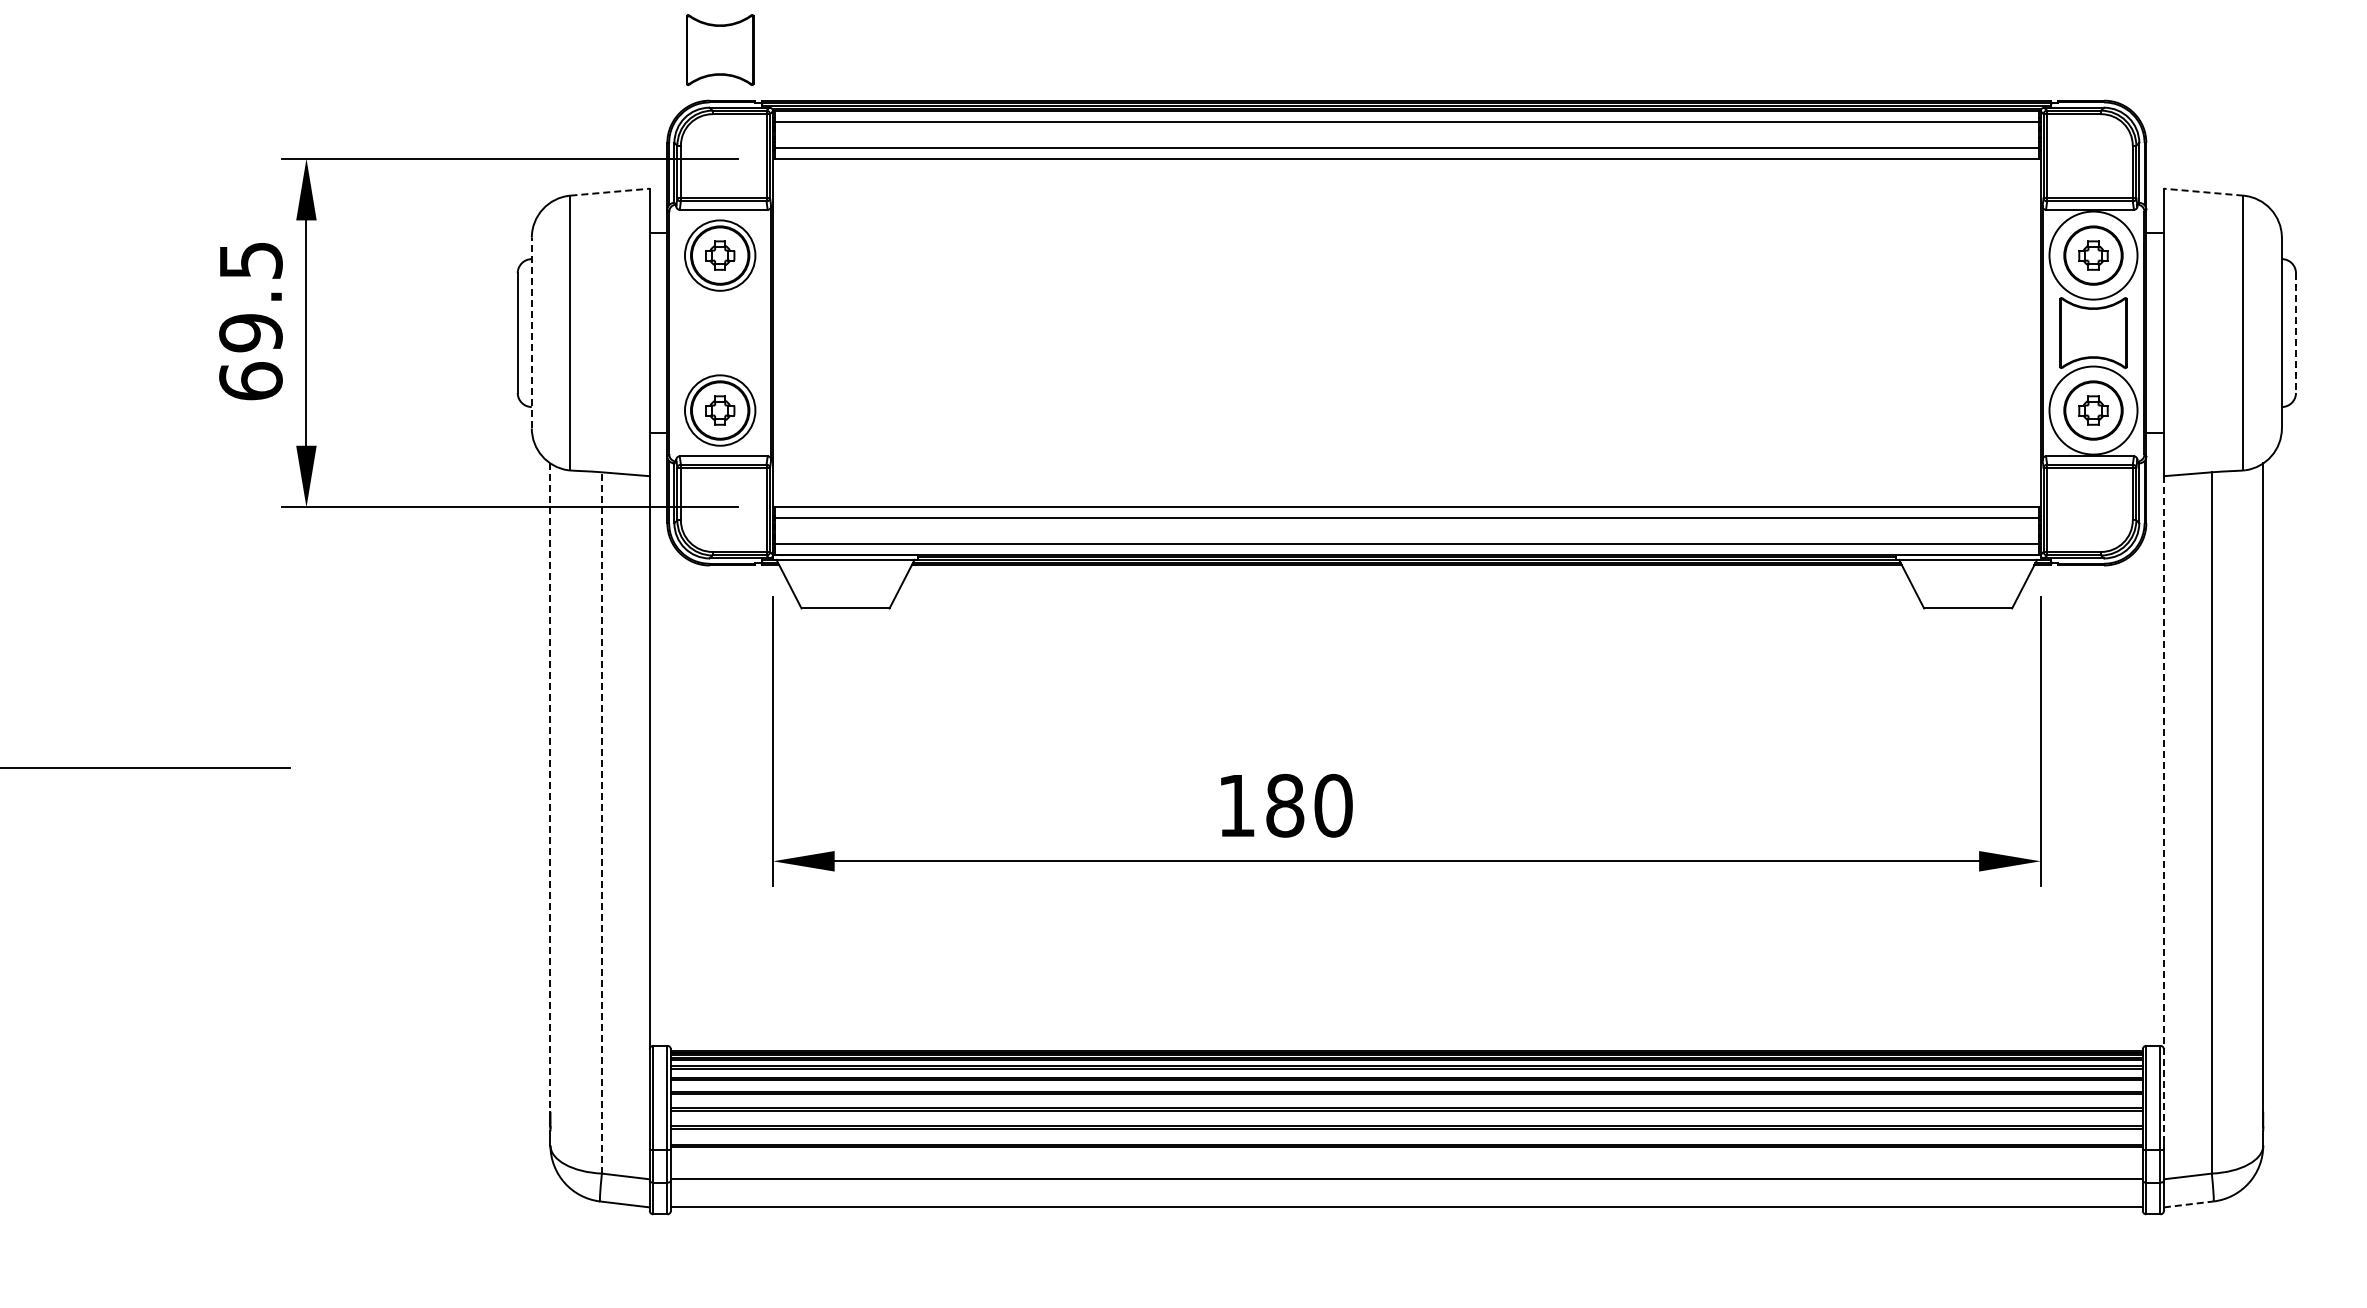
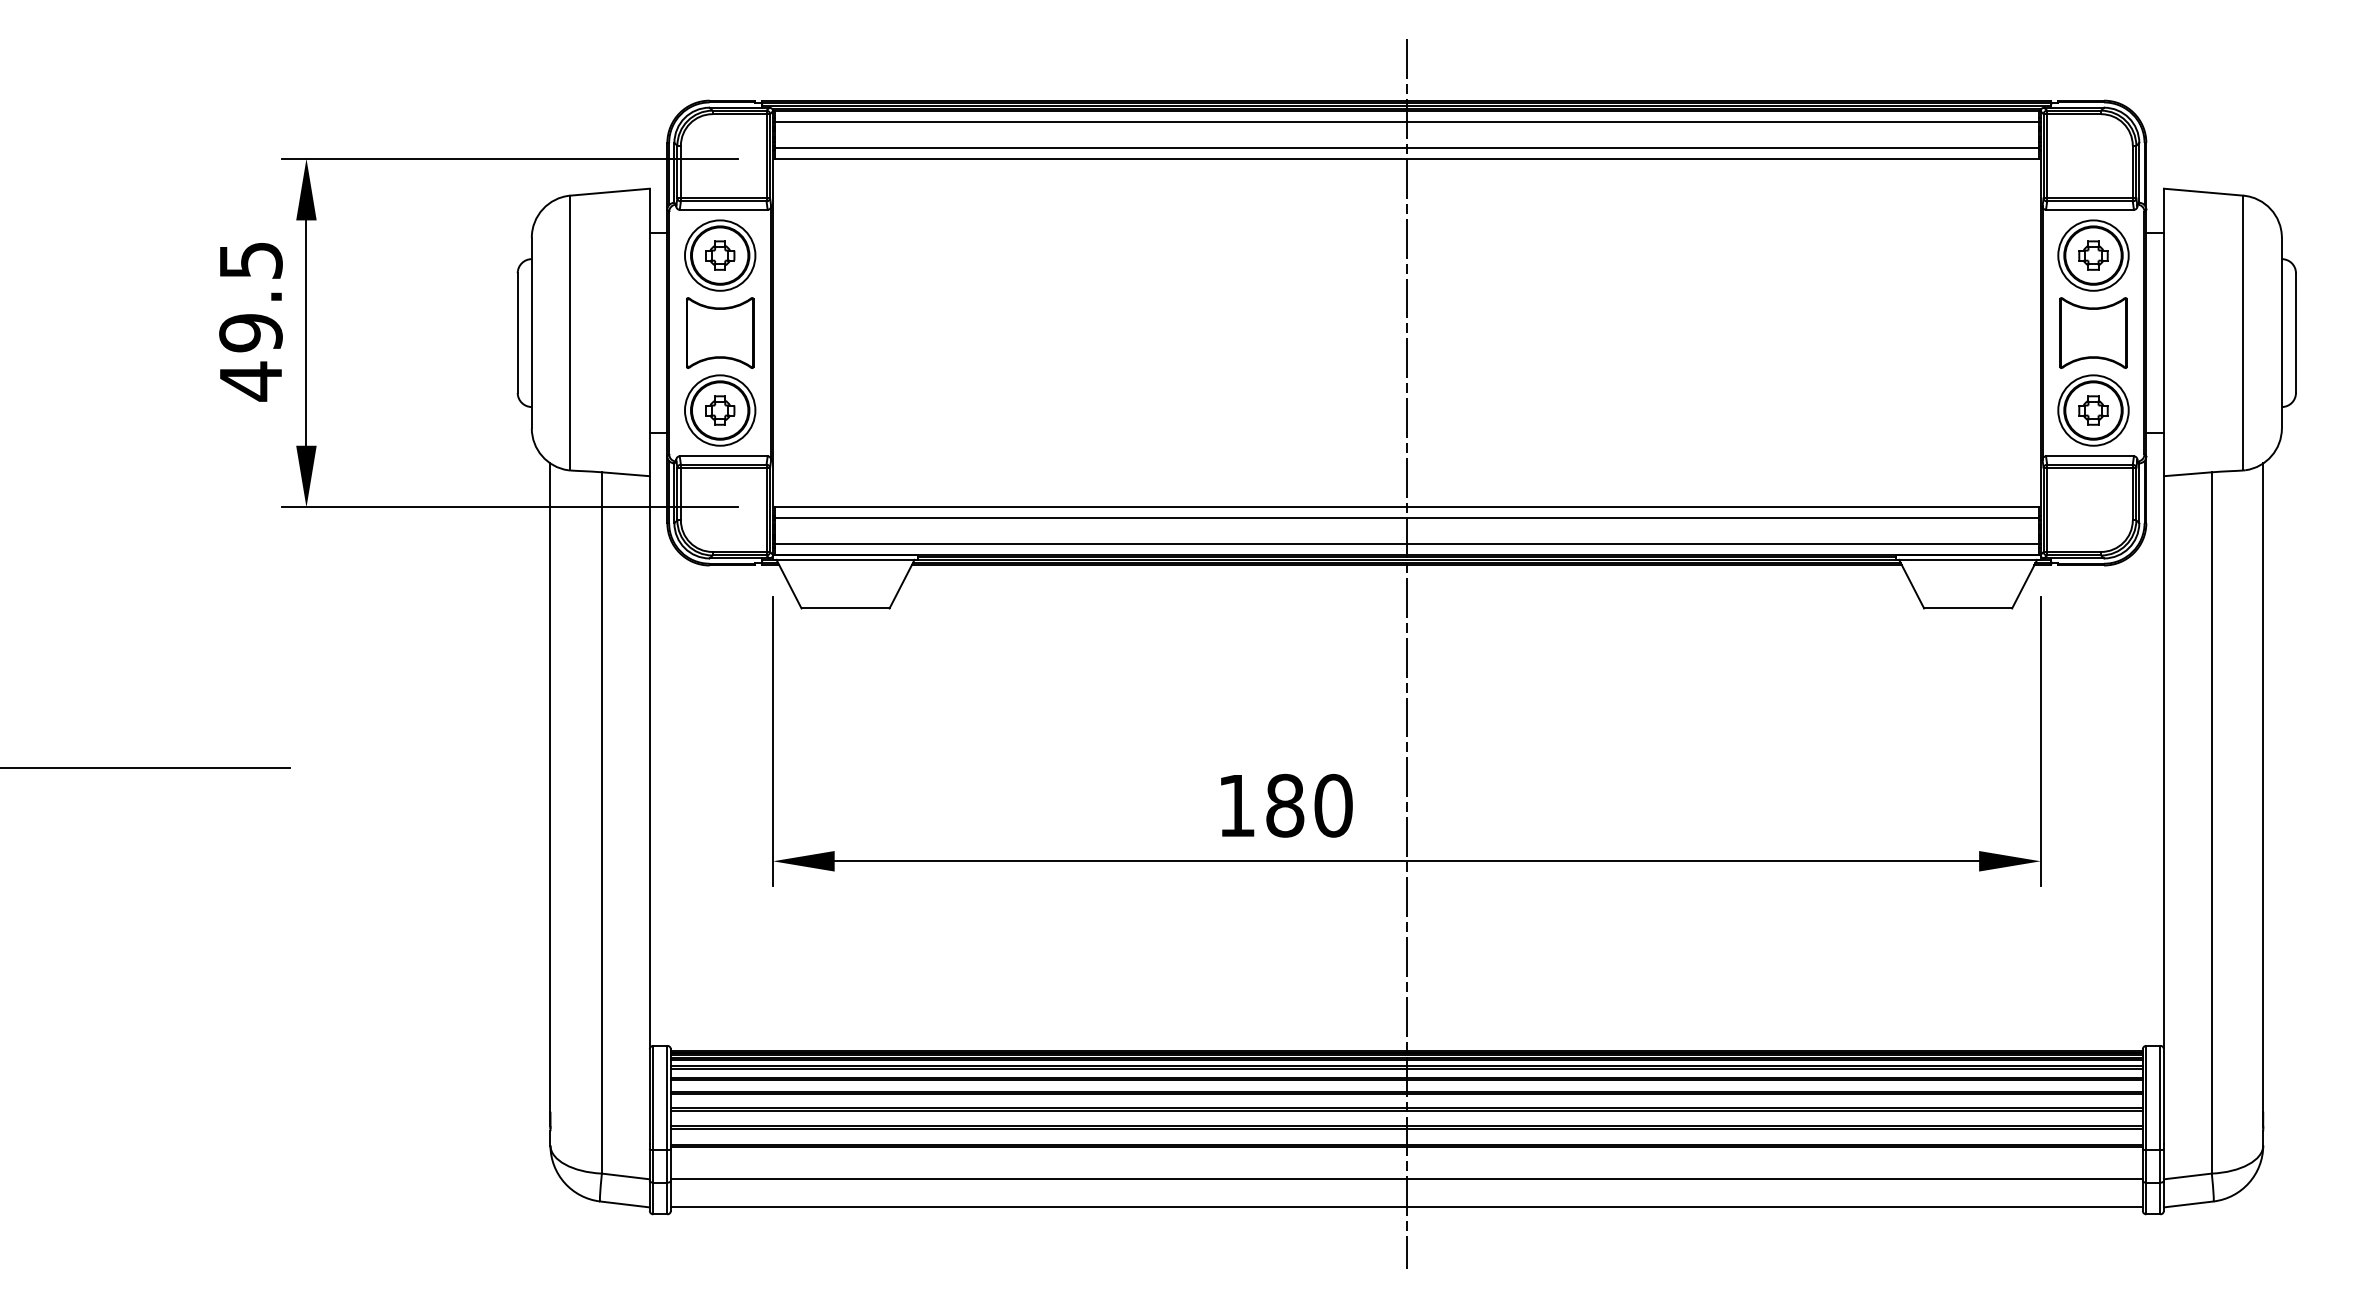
part at (720, 49) position: (720, 49) -> (720, 332)
line at (610, 192): dashed -> solid
line at (2203, 192): dashed -> solid
circle at (2093, 255) diameter: 88 px -> 70 px
line at (531, 332): dashed -> solid
line at (2295, 333): dashed -> solid
text at (250, 381): 69.5 -> 49.5
circle at (2093, 410) diameter: 88 px -> 70 px
line at (1406, 653): none -> present
line at (550, 788): dashed -> solid
line at (2163, 810): dashed -> solid
line at (601, 822): dashed -> solid
line at (2189, 1204): dashed -> solid
